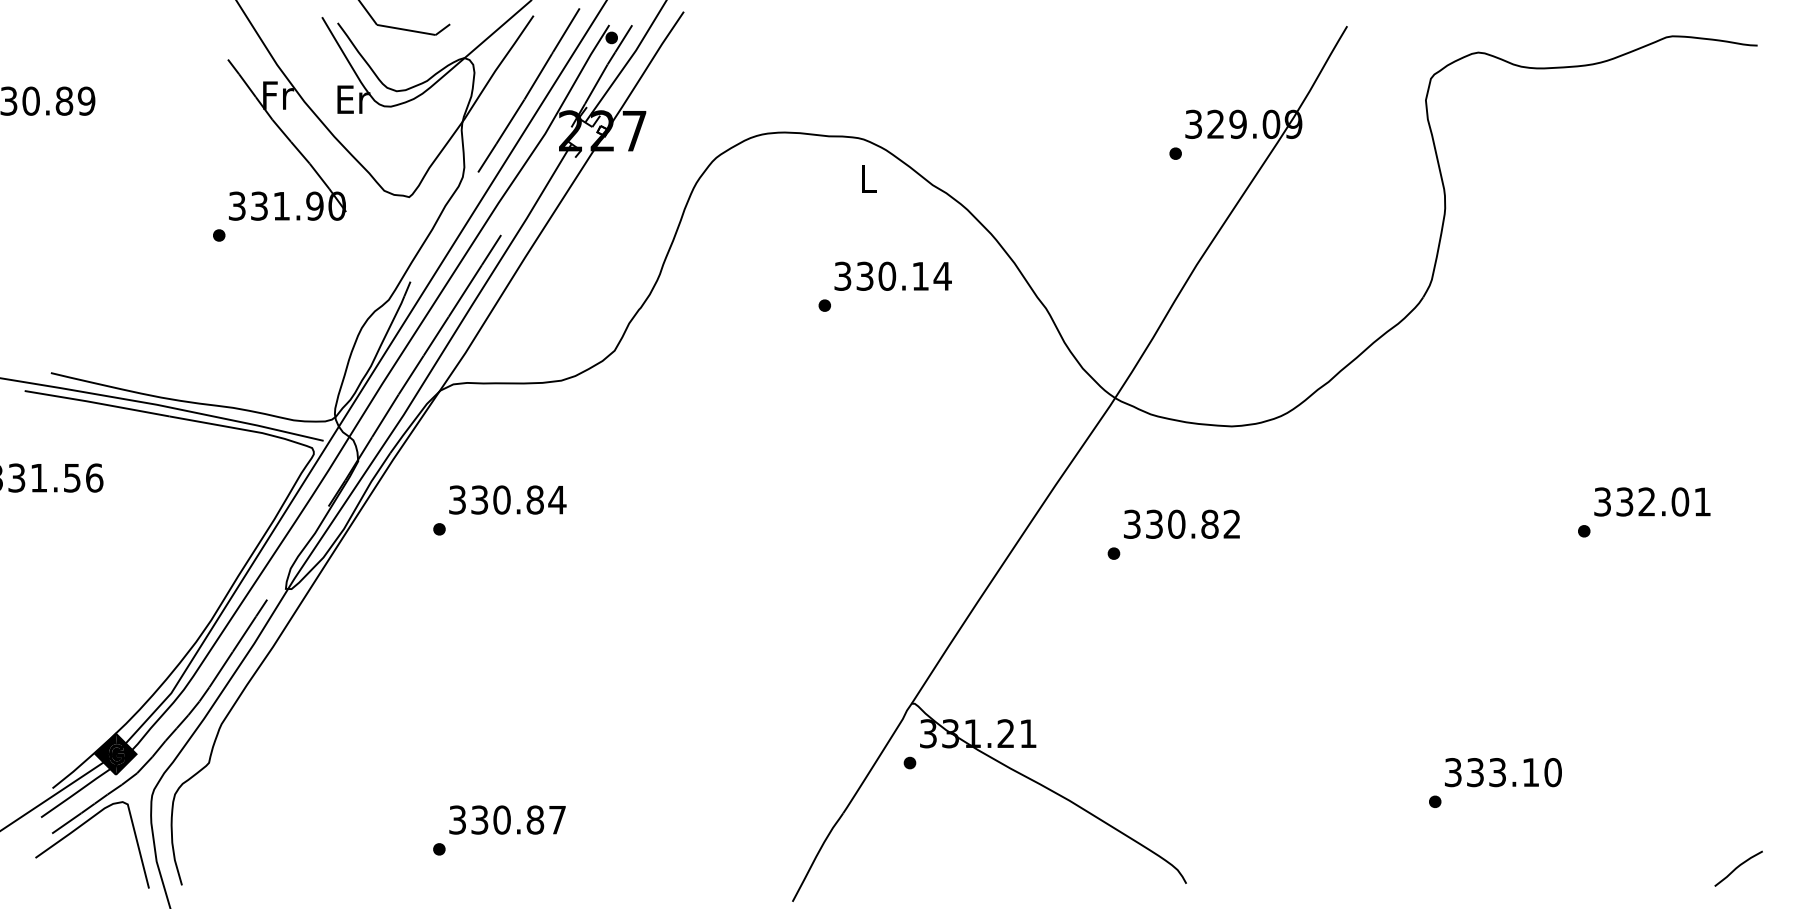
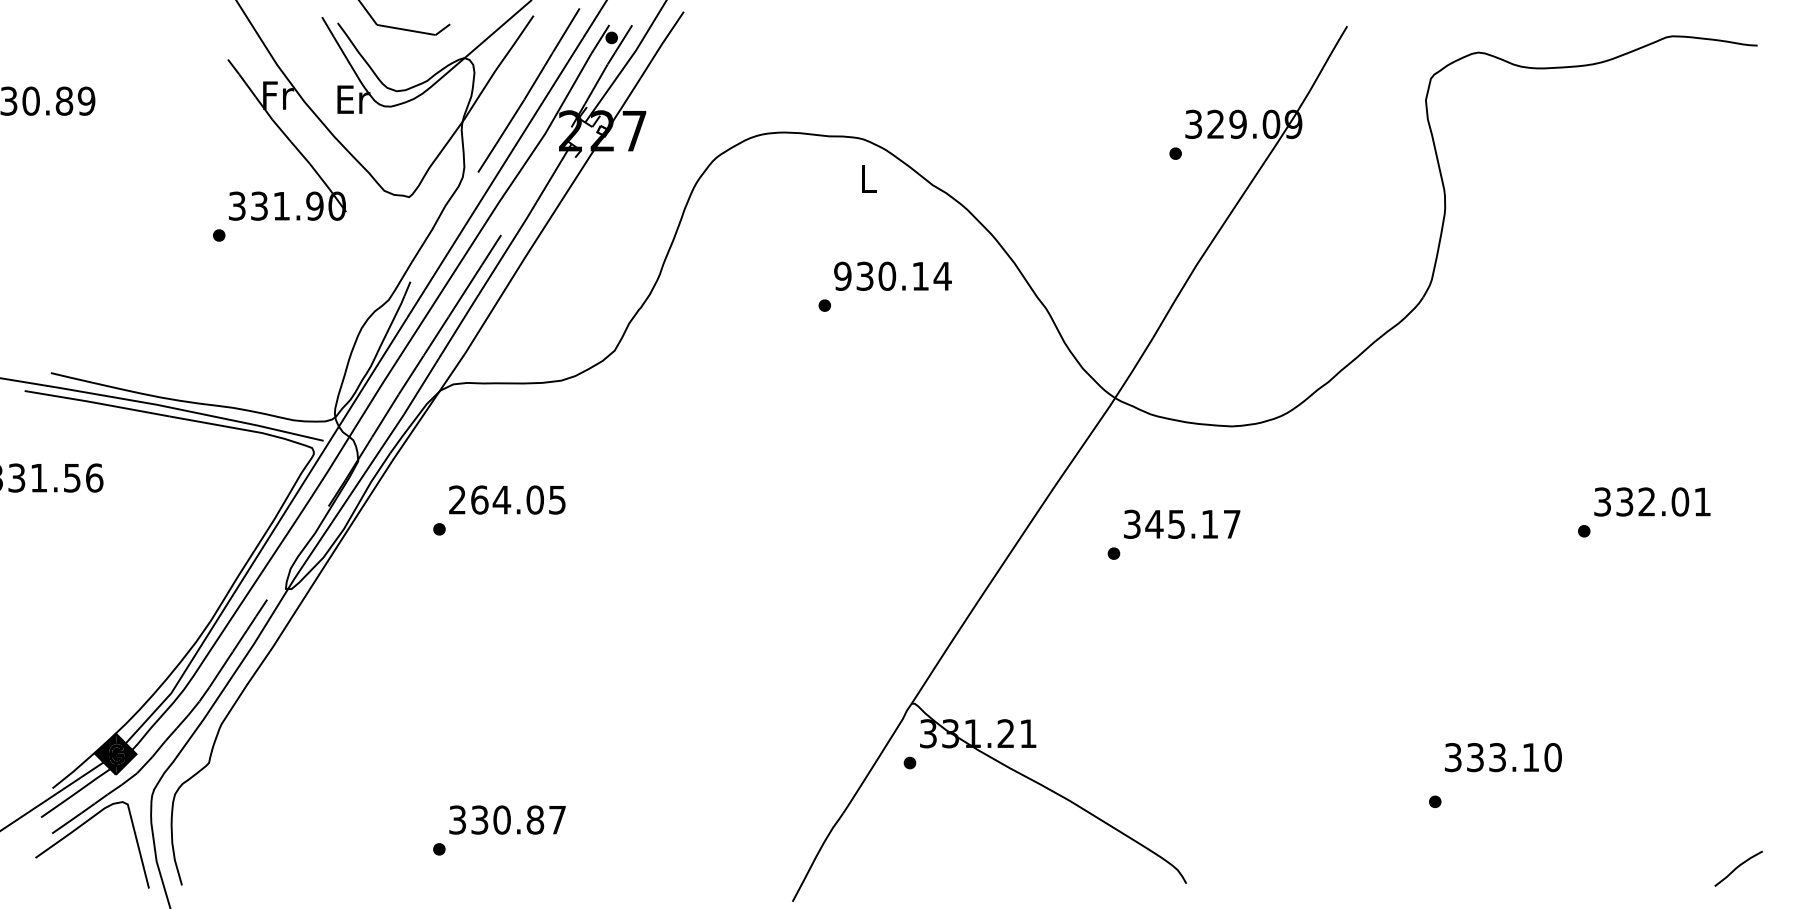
text at (842, 275): 330.14 -> 930.14
text at (507, 499): 330.84 -> 264.05
text at (1192, 523): 330.82 -> 345.17
text at (1503, 772) position: (1503, 772) -> (1503, 757)
